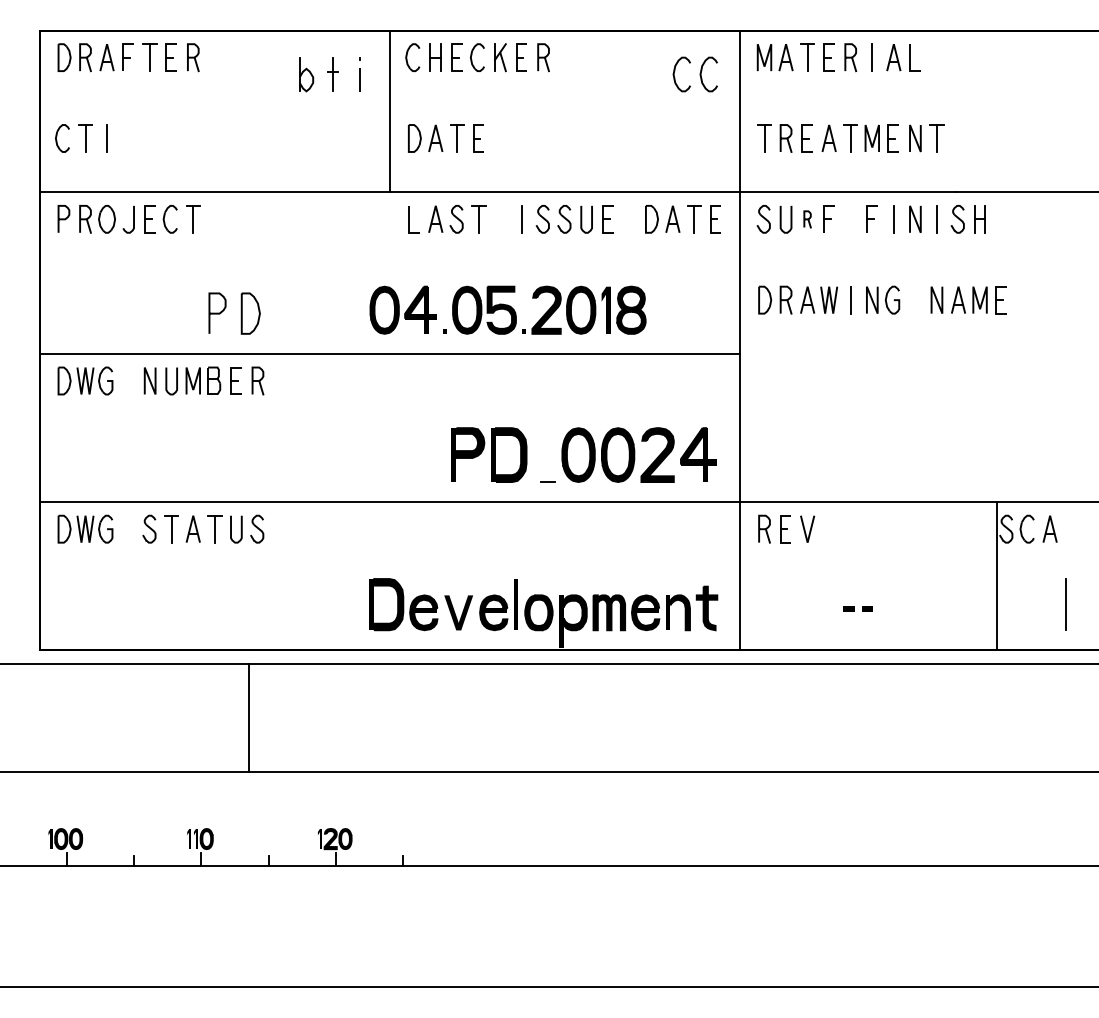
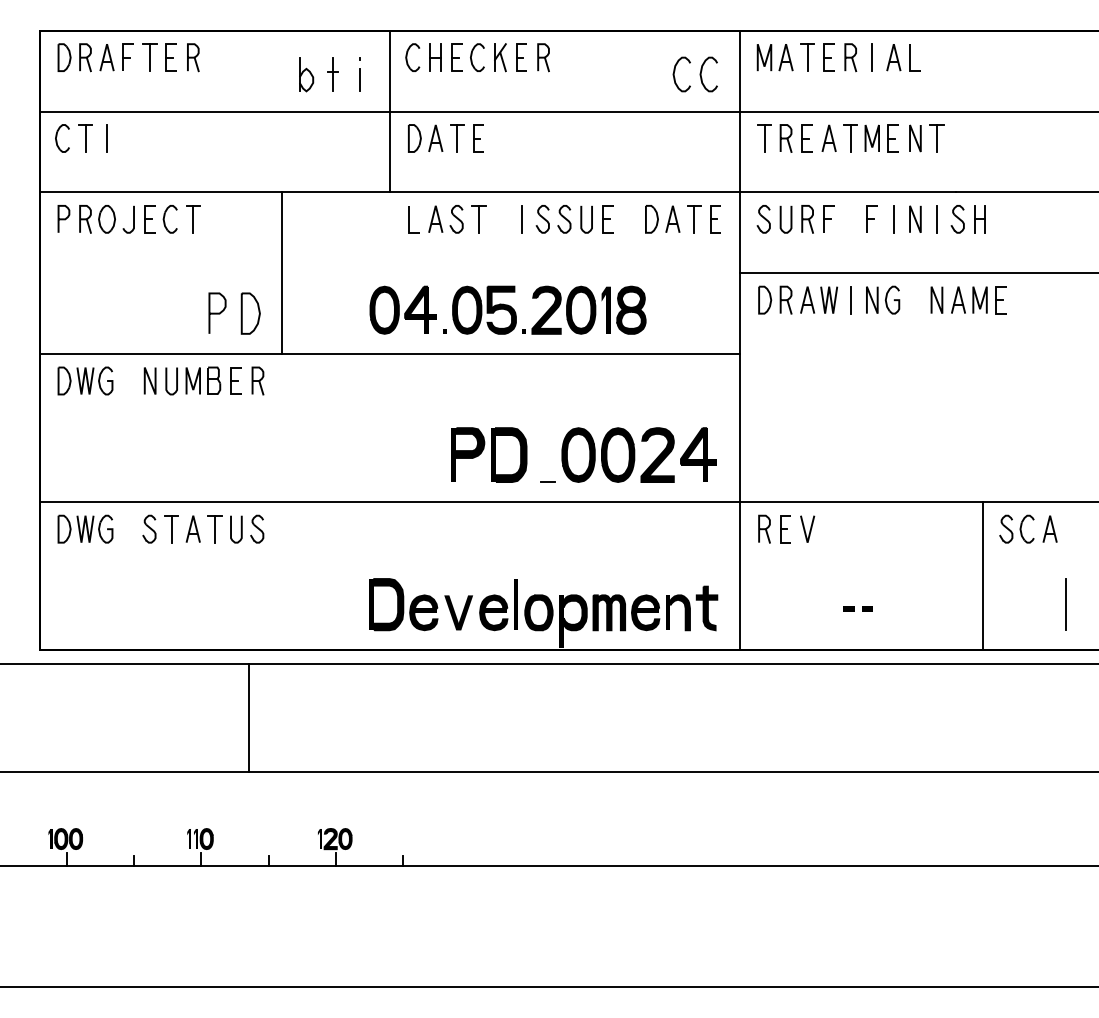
line at (567, 111): none -> present
part at (807, 219) size: 9x19 px -> 13x29 px
line at (282, 273): none -> present
line at (917, 273): none -> present
line at (996, 576) position: (996, 576) -> (982, 576)
